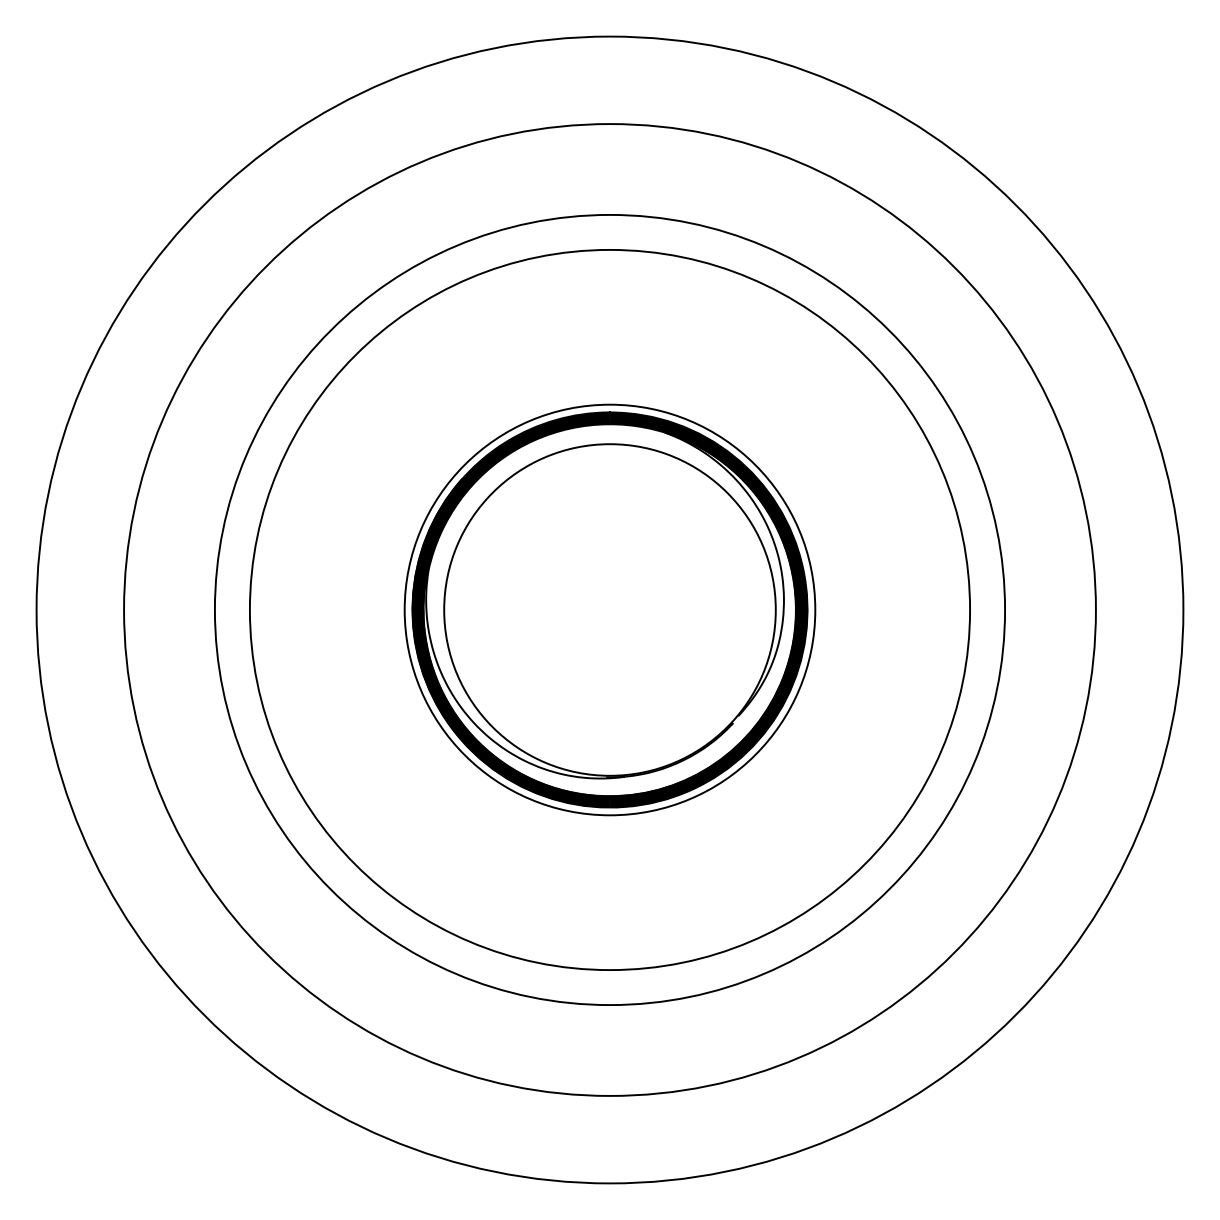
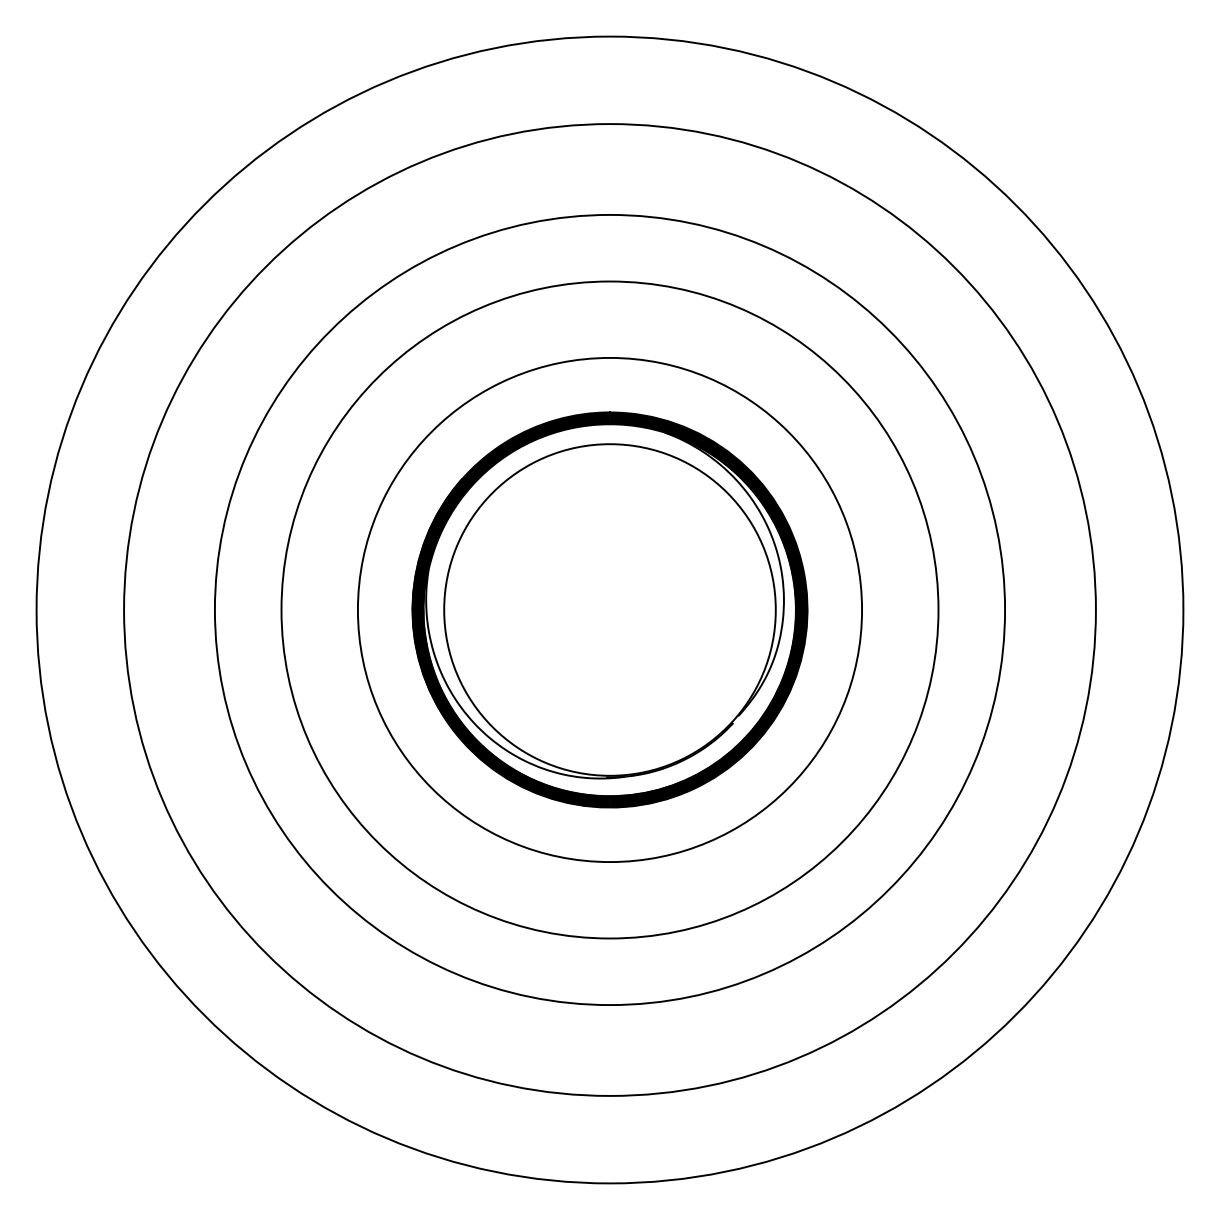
circle at (609, 609) diameter: 411 px -> 657 px
circle at (609, 609) diameter: 720 px -> 504 px
